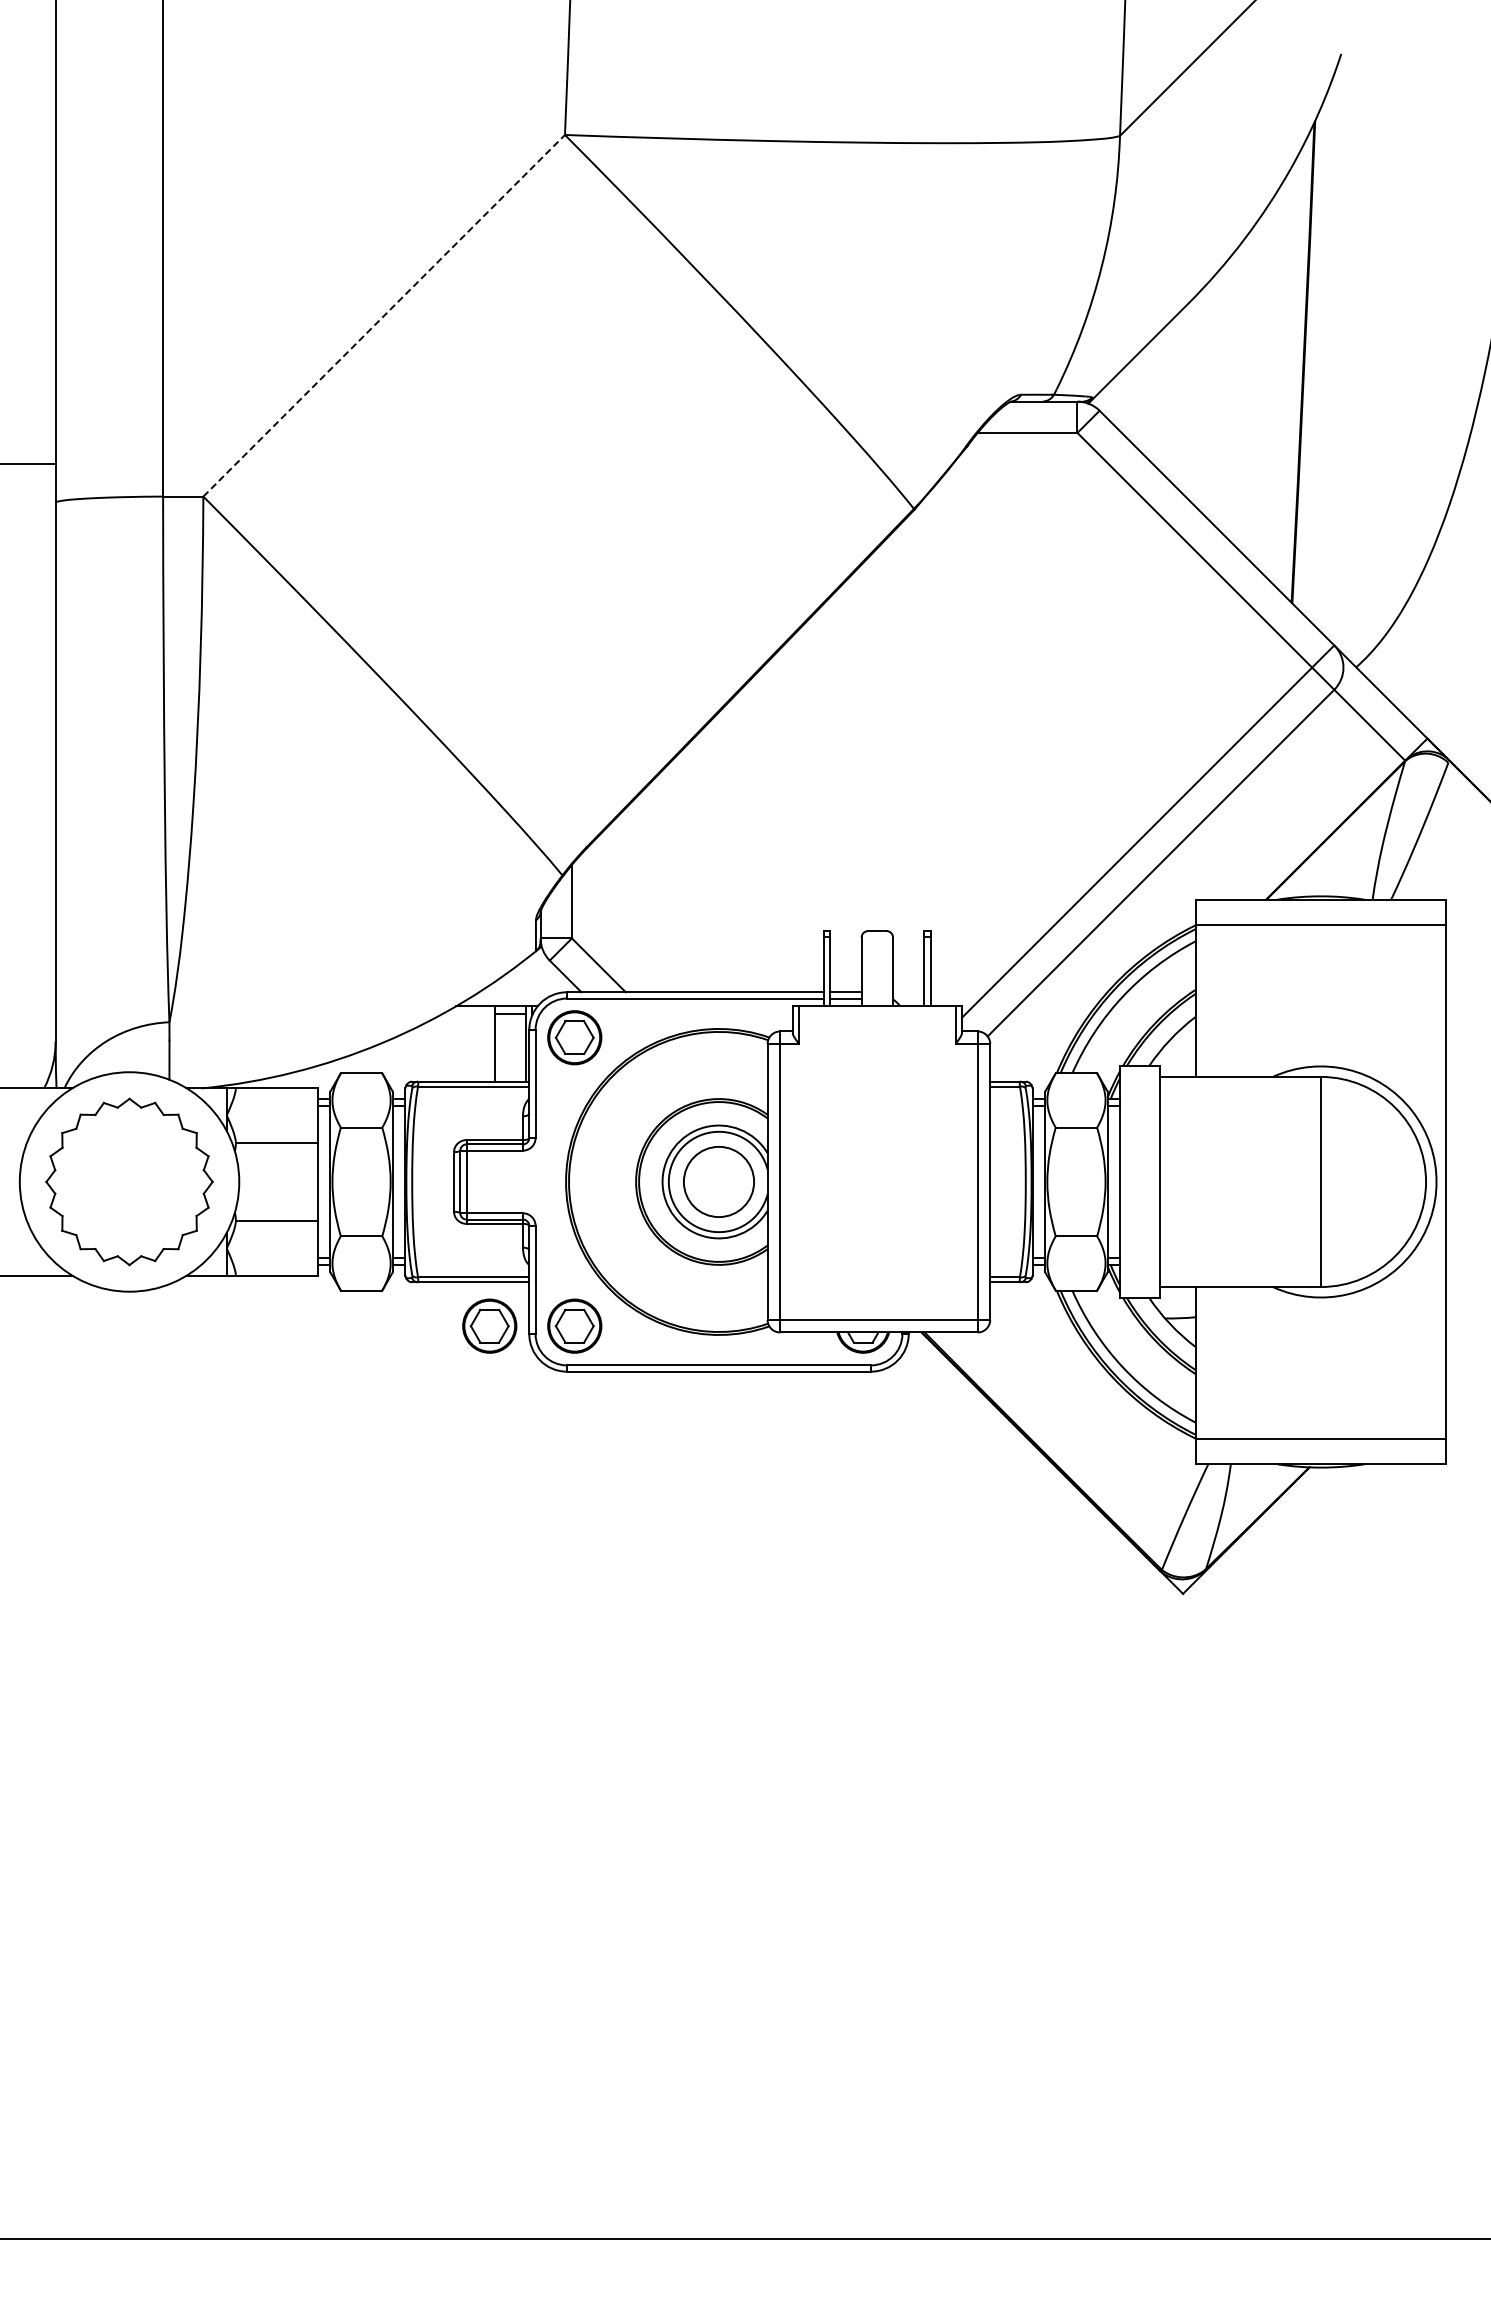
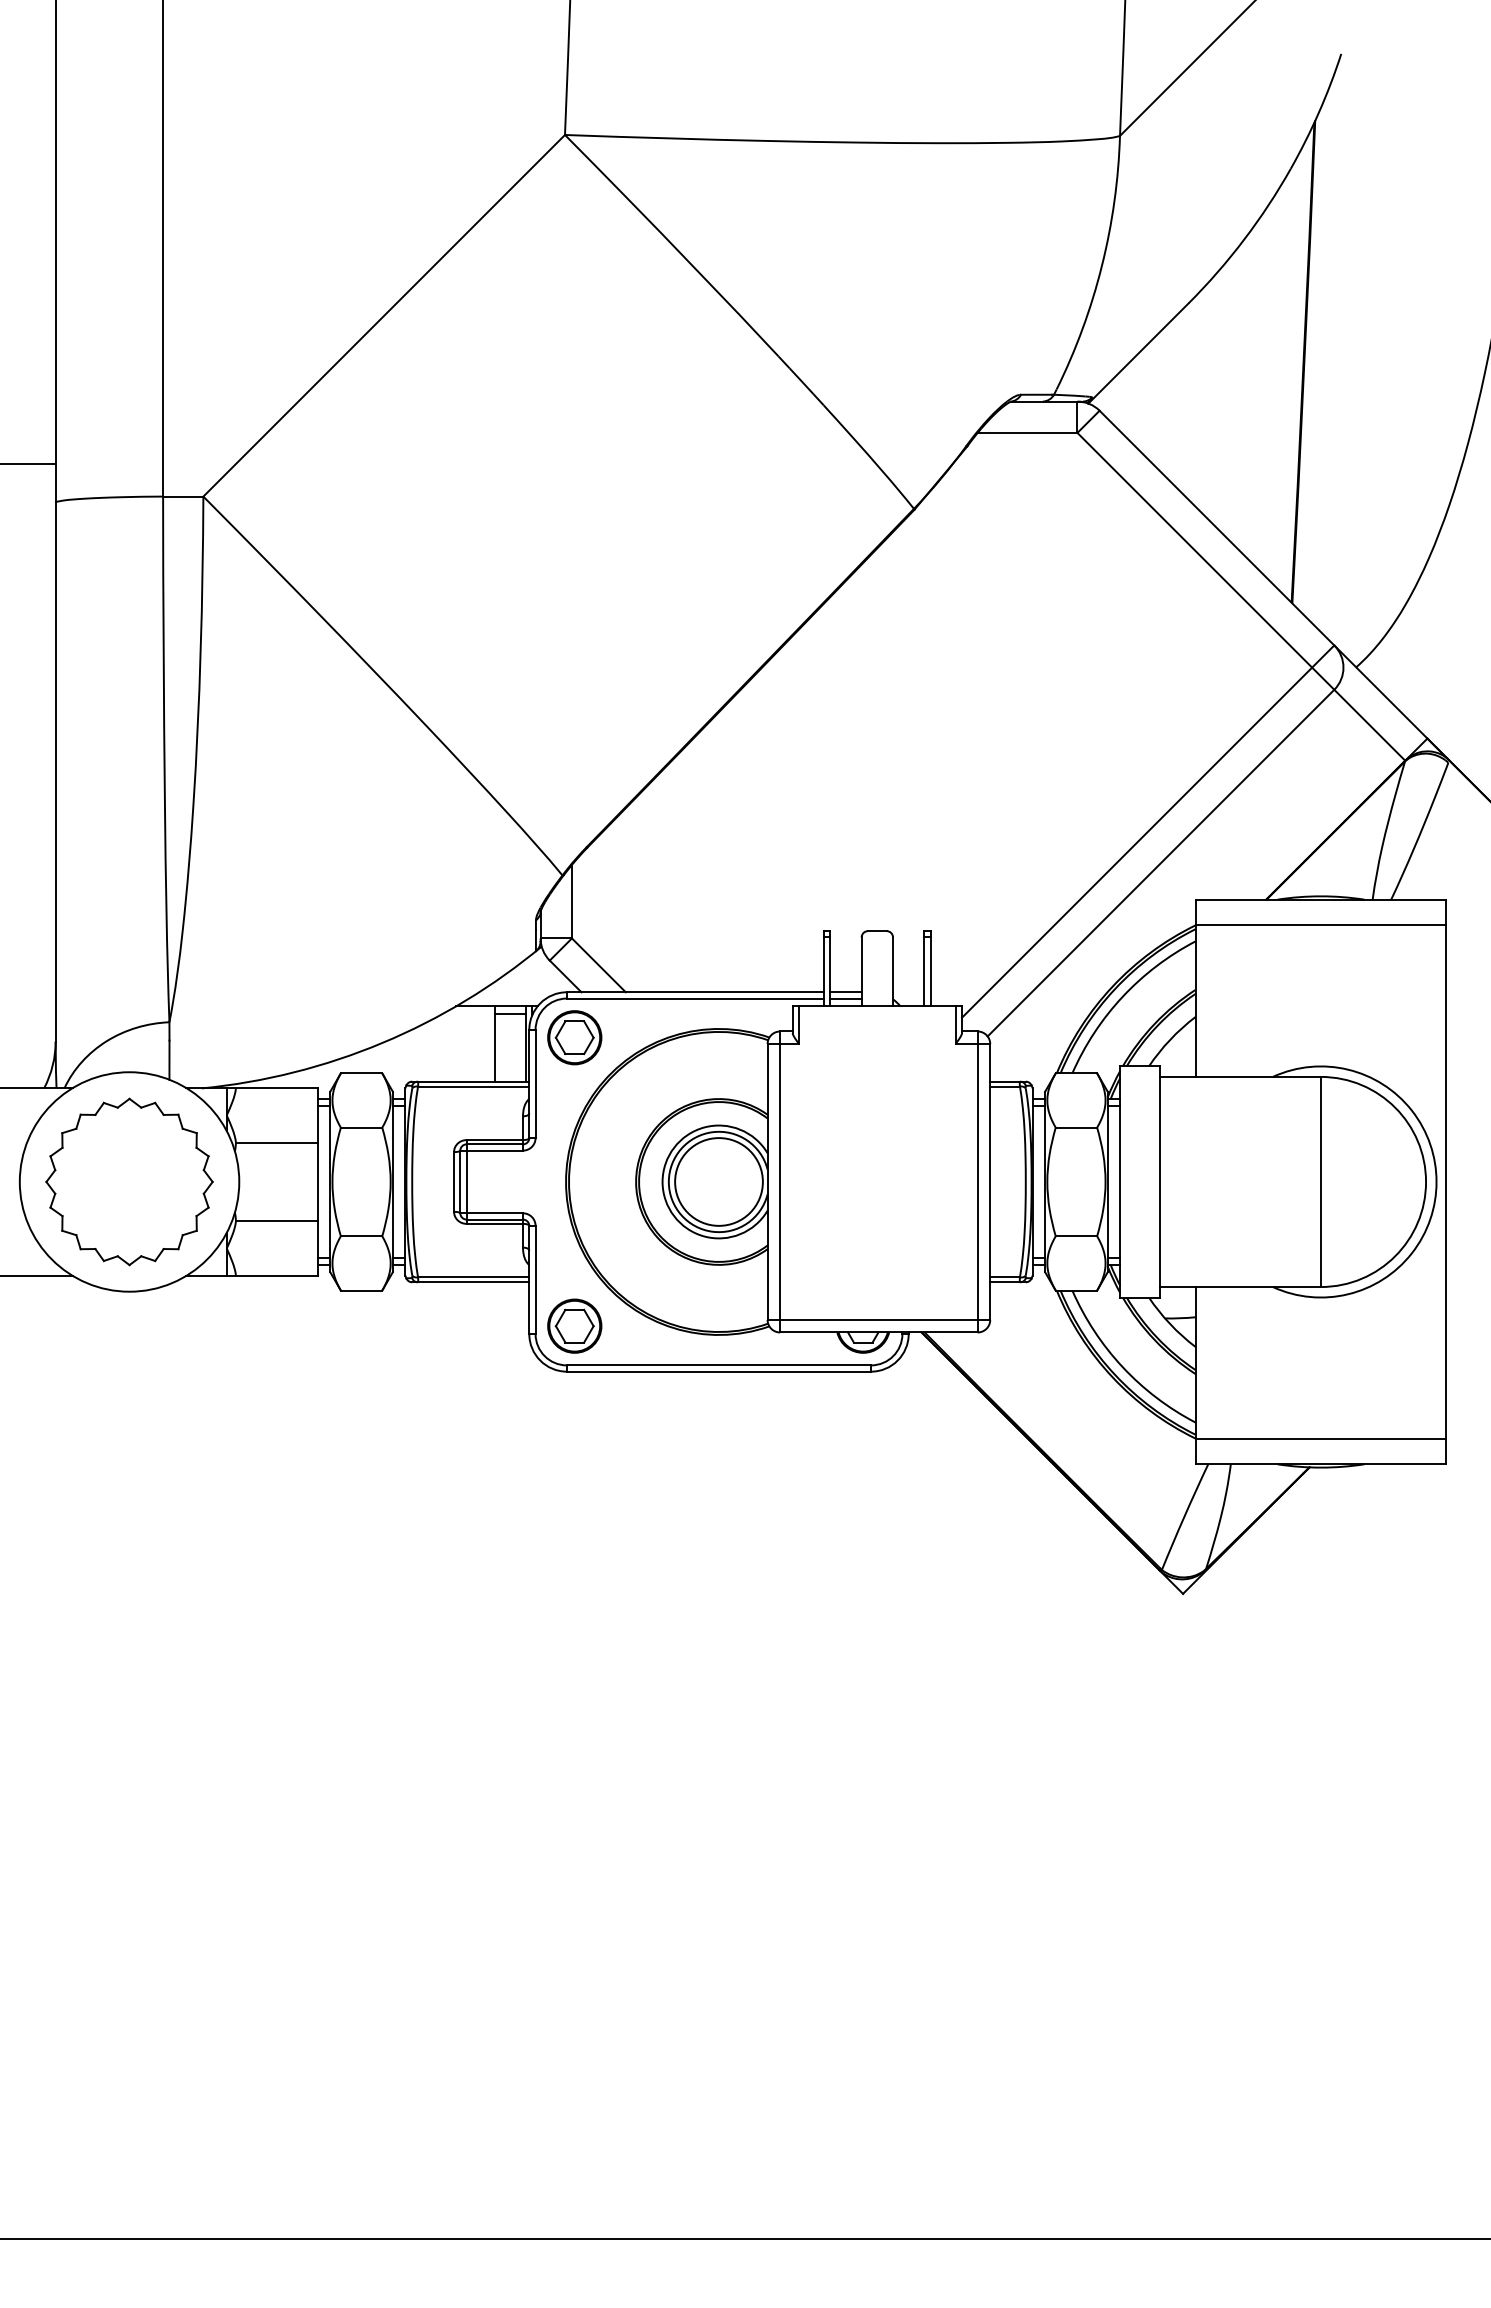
line at (384, 315): dashed -> solid
circle at (718, 1181) diameter: 70 px -> 88 px
part at (489, 1325): present -> none
